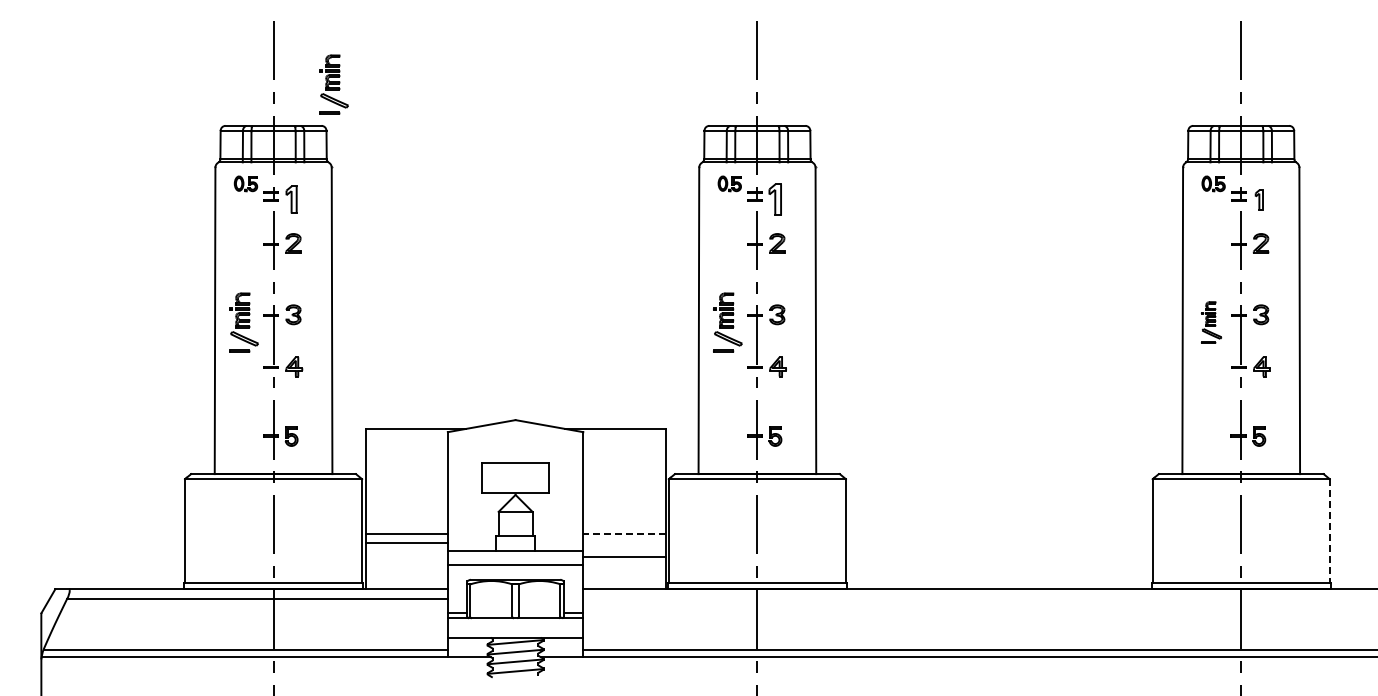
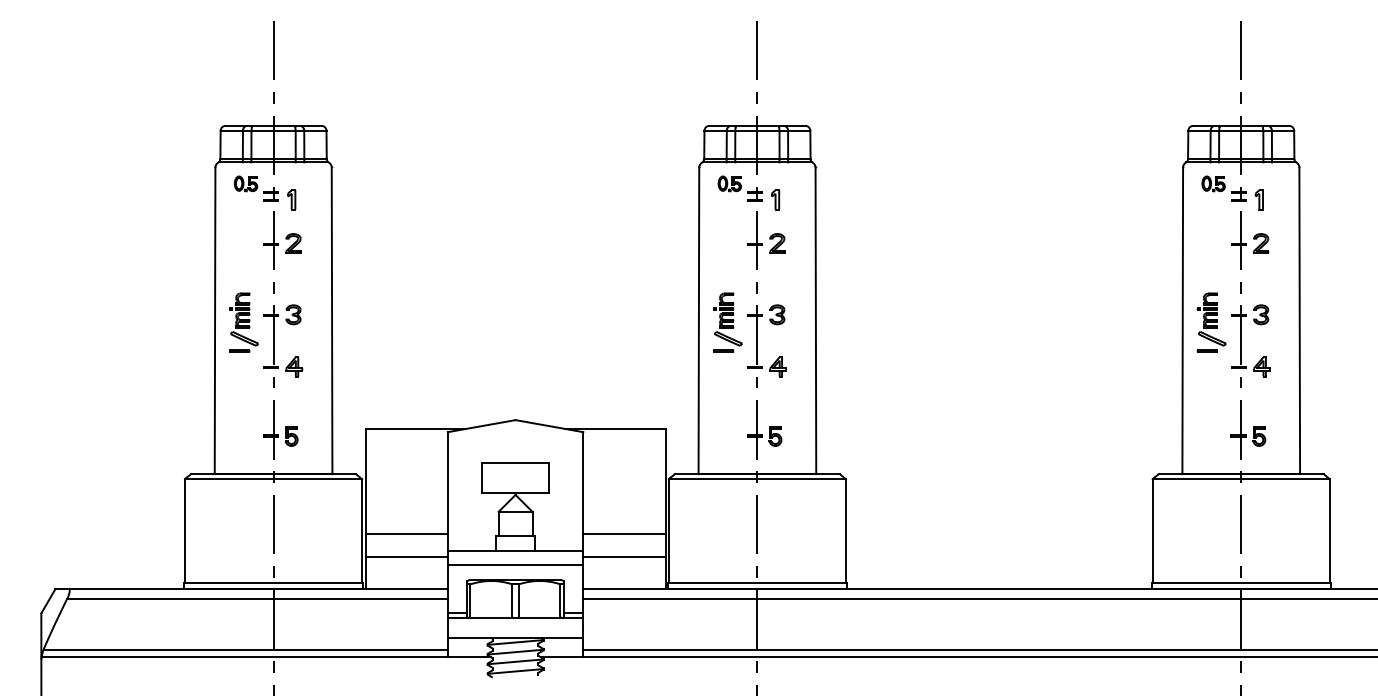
part at (333, 84): present -> none
part at (291, 199) size: 13x29 px -> 10x22 px
part at (774, 199) size: 14x33 px -> 10x22 px
part at (1211, 322) size: 22x43 px -> 31x61 px
line at (1329, 531): dashed -> solid
line at (623, 534): dashed -> solid
line at (406, 543) position: (406, 543) -> (406, 557)
line at (978, 598): none -> present
